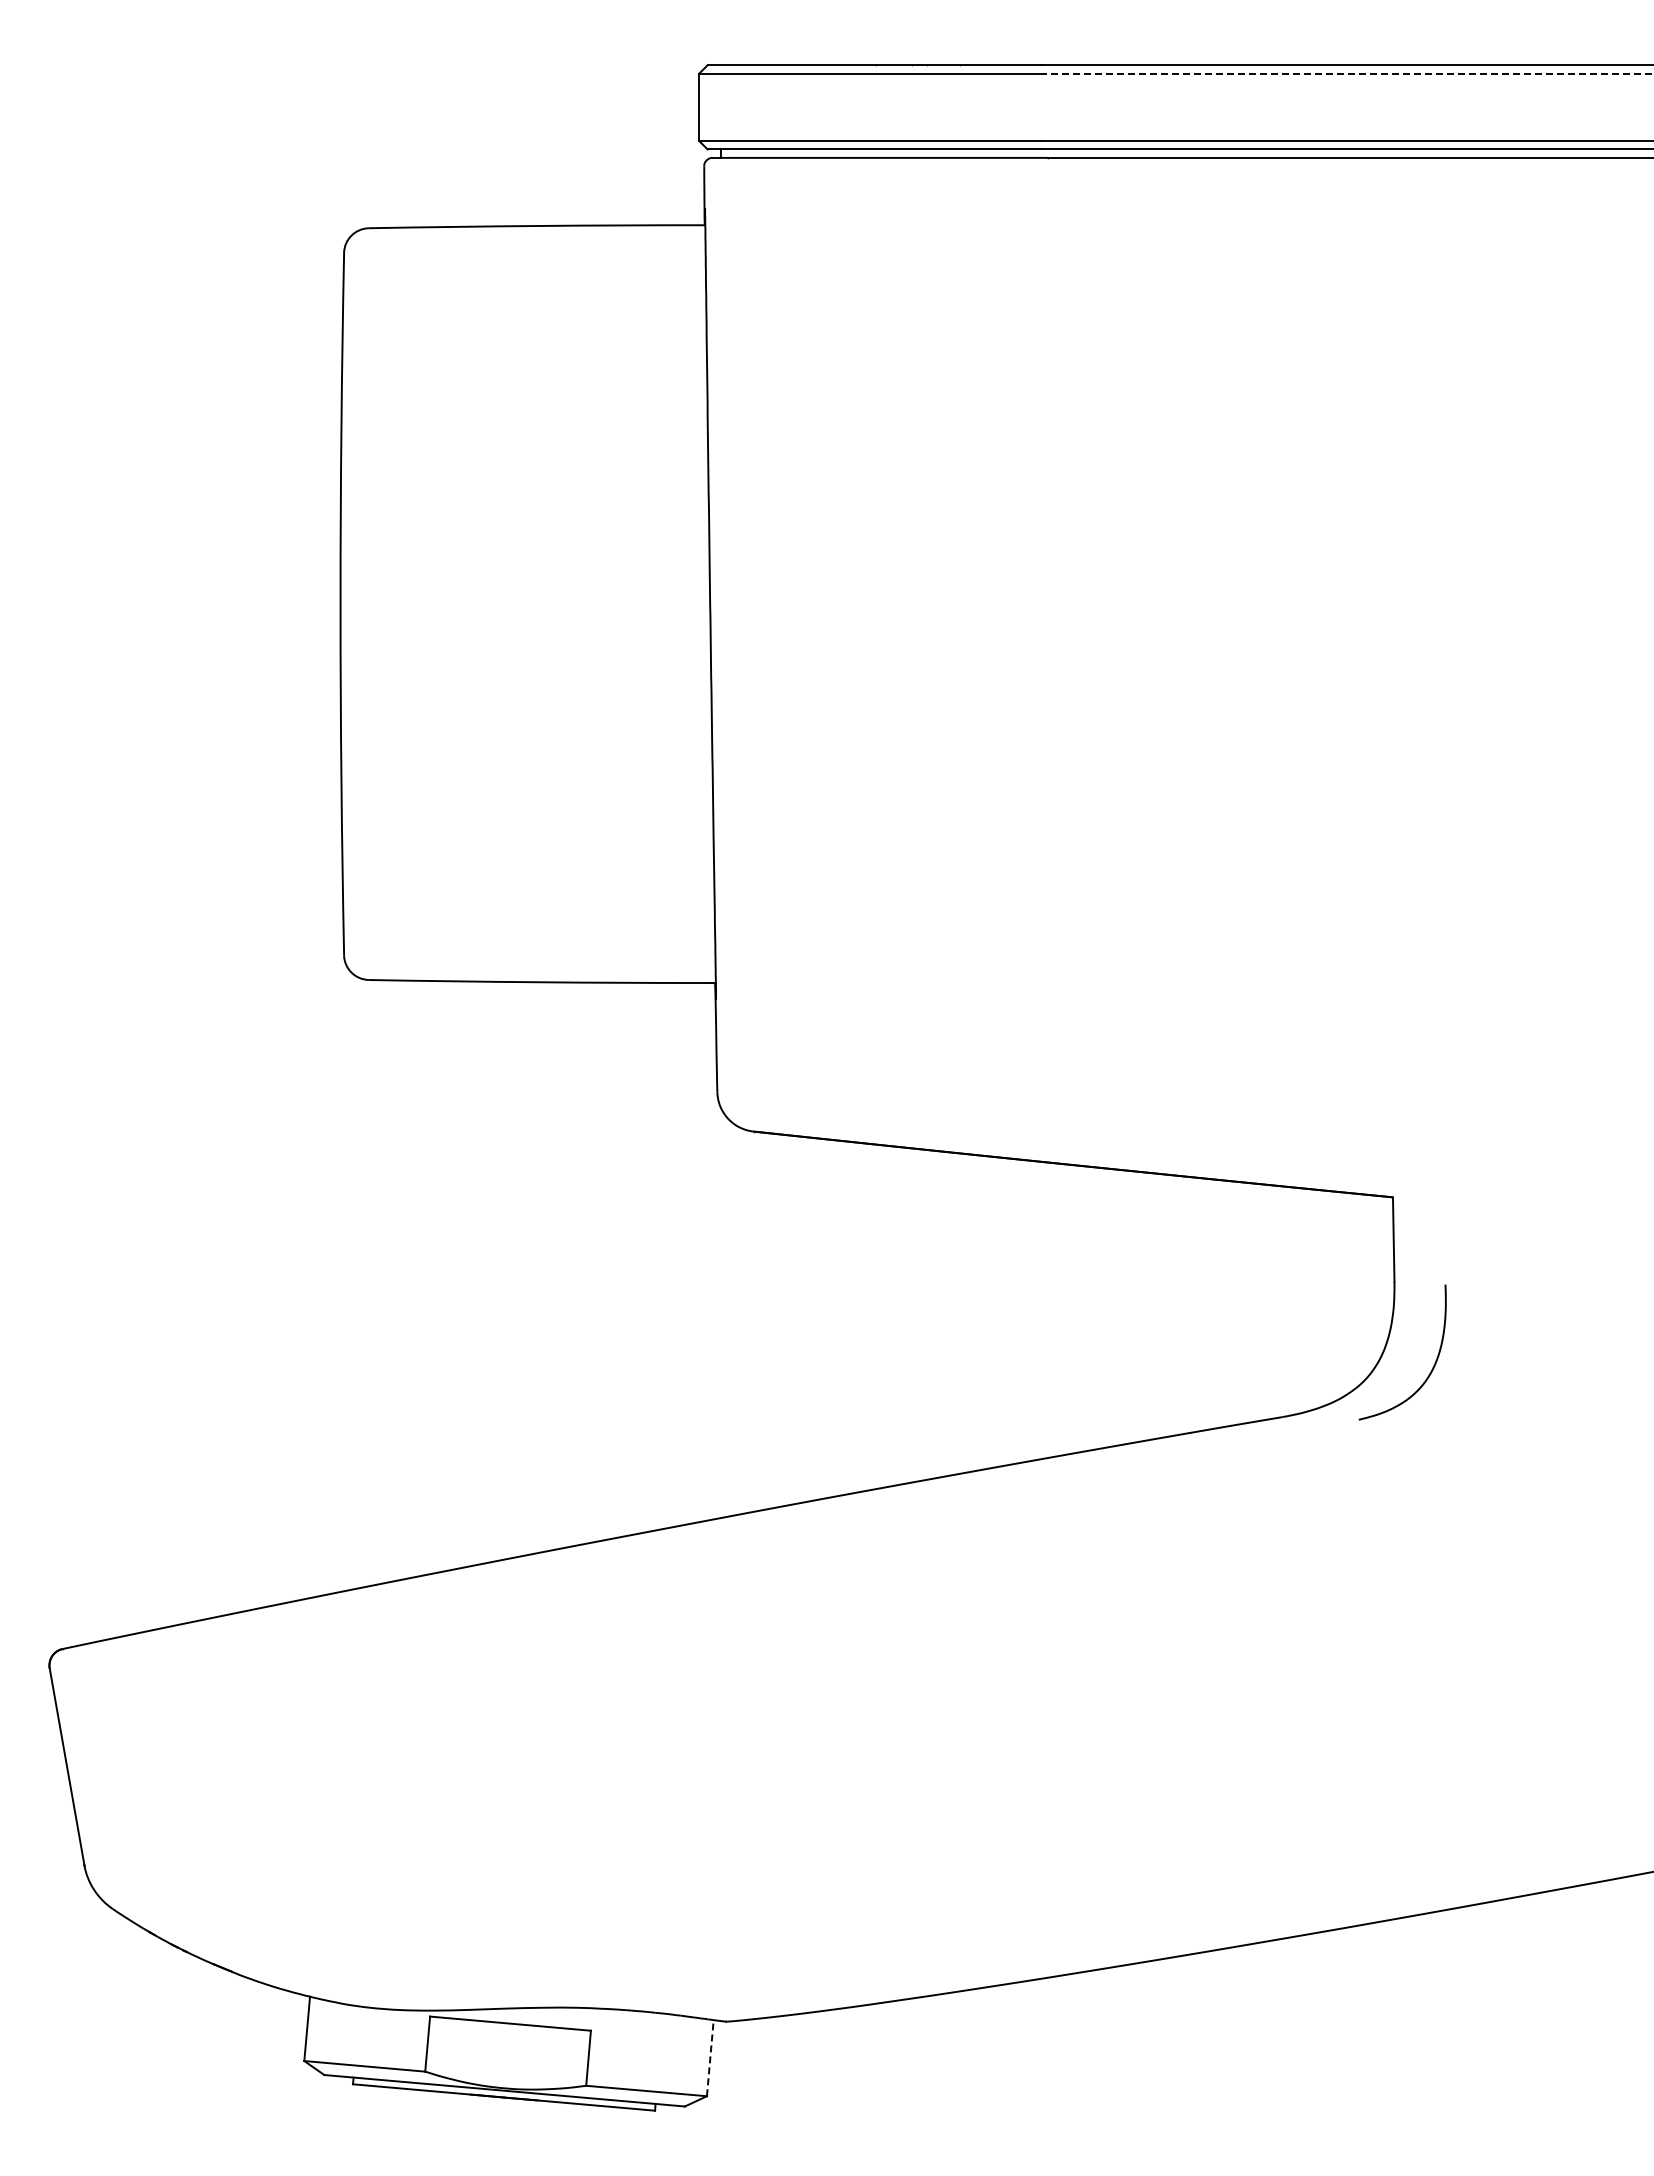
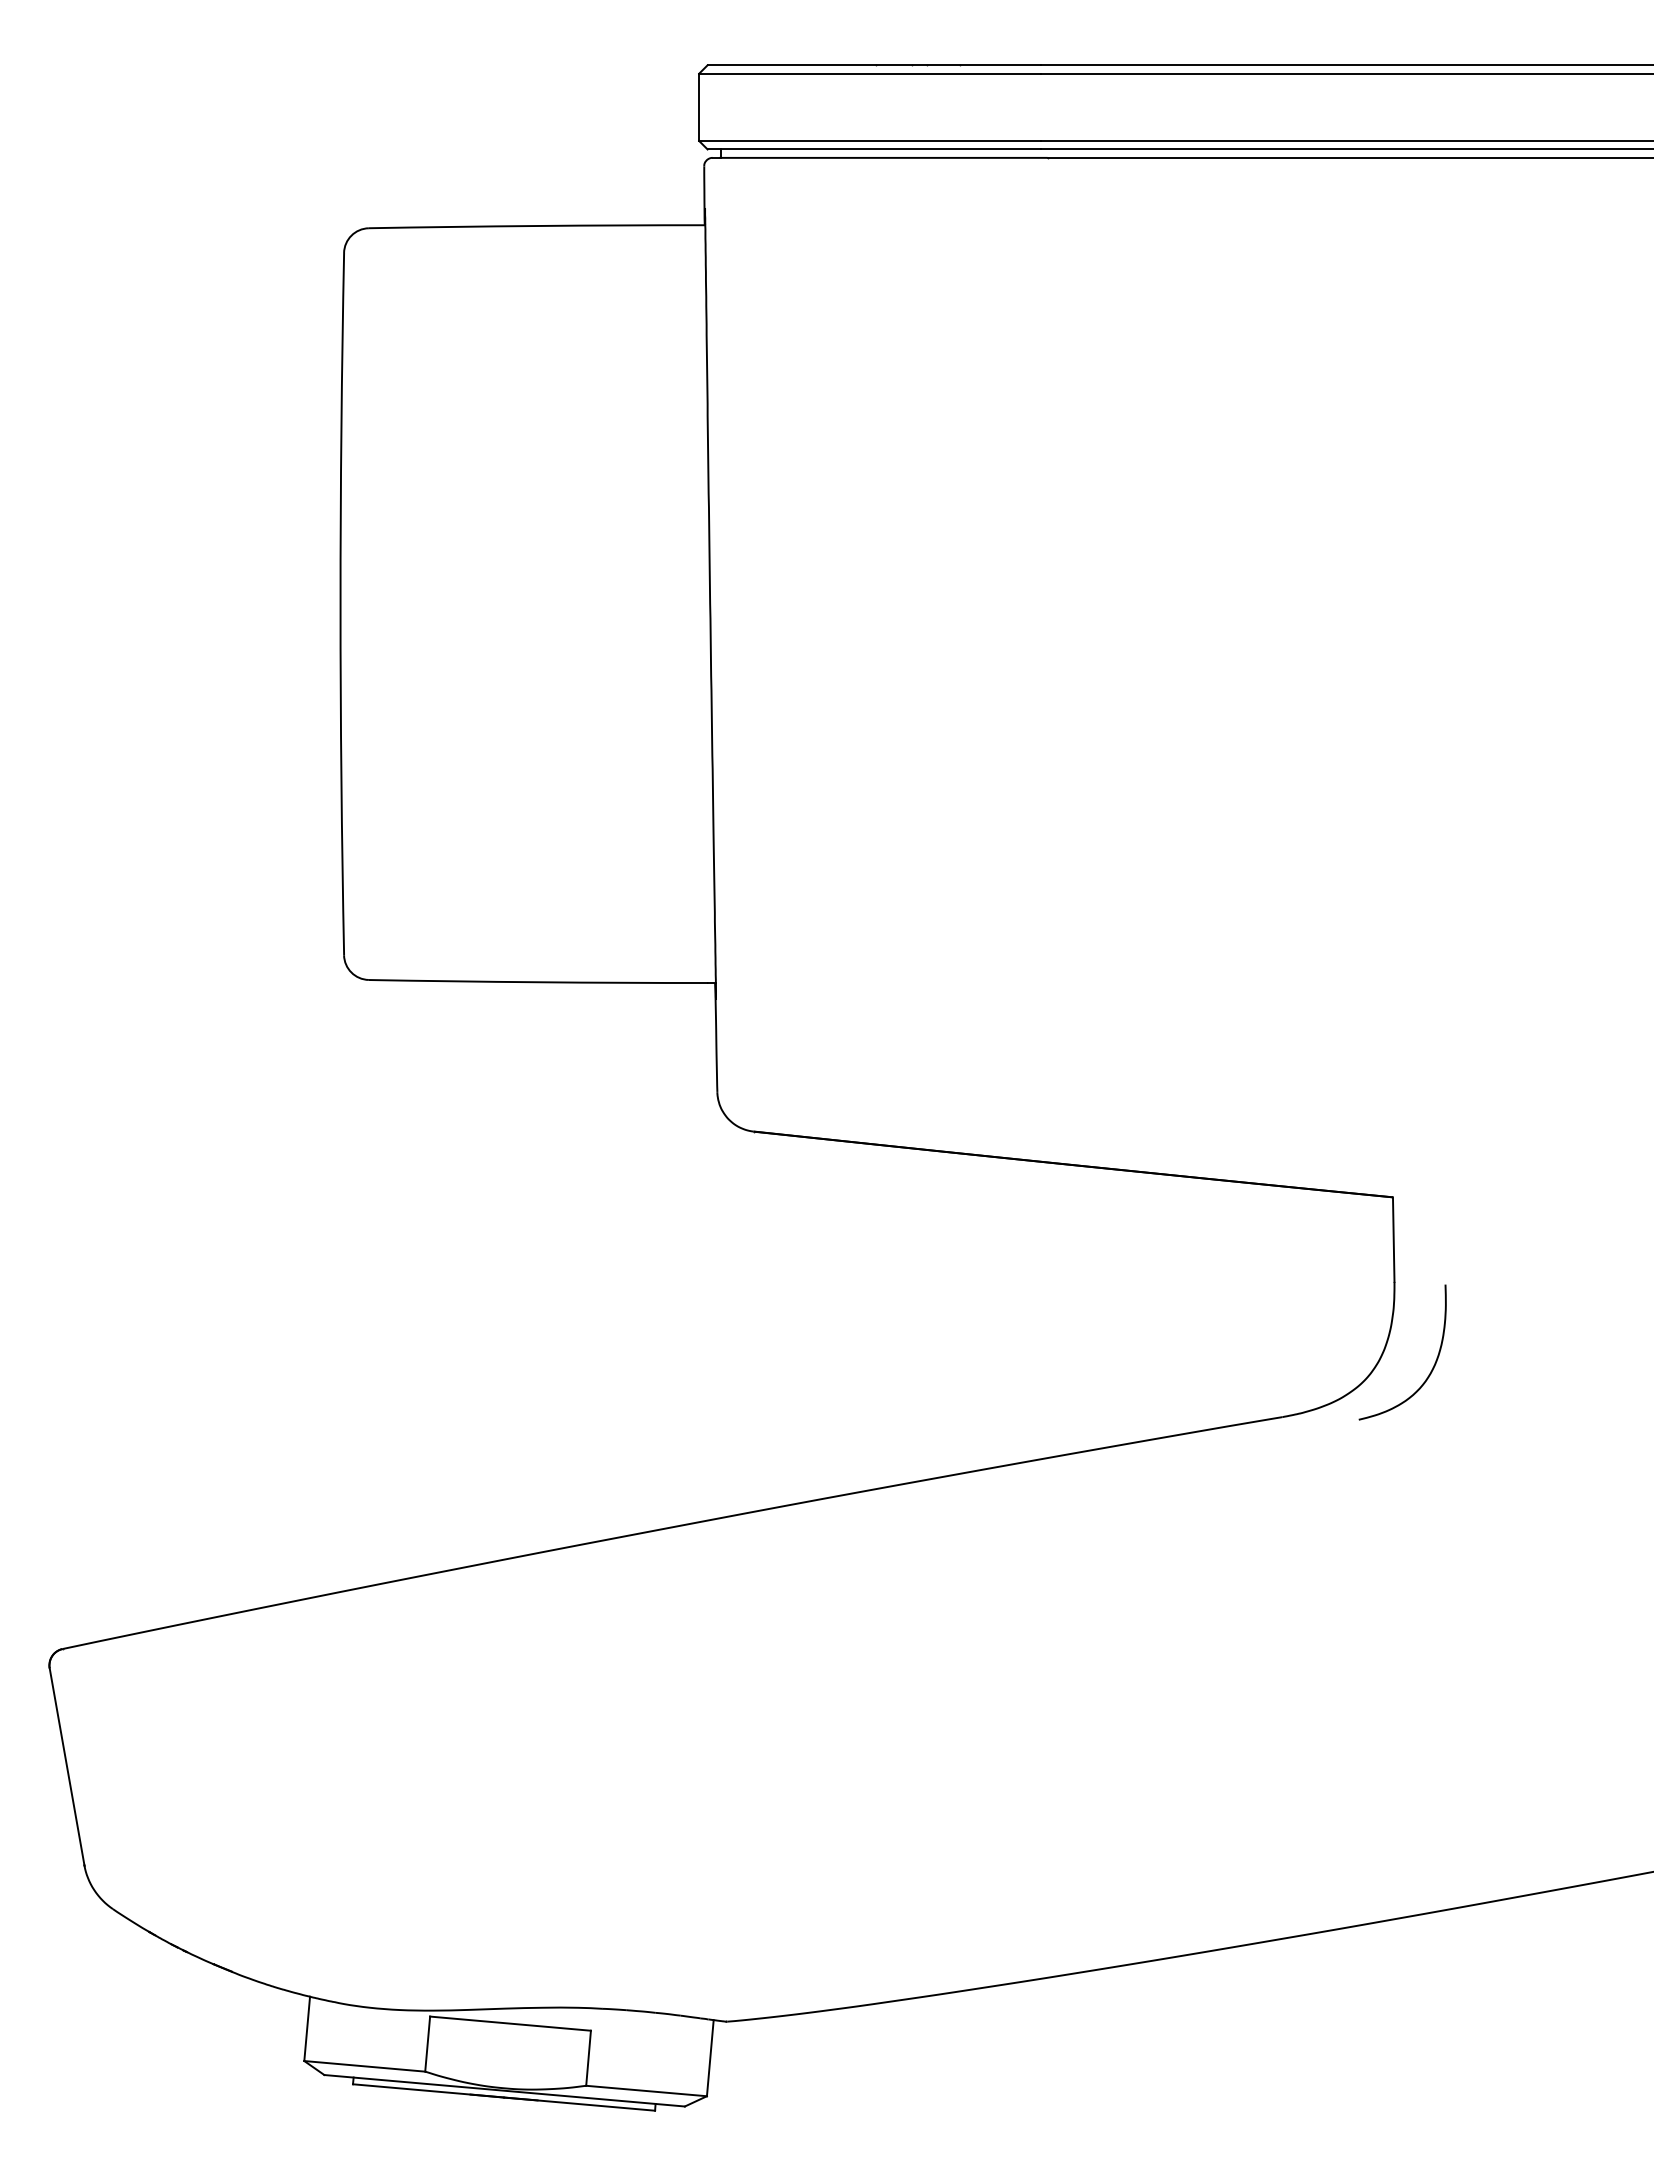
line at (1346, 73): dashed -> solid
line at (710, 2057): dashed -> solid
